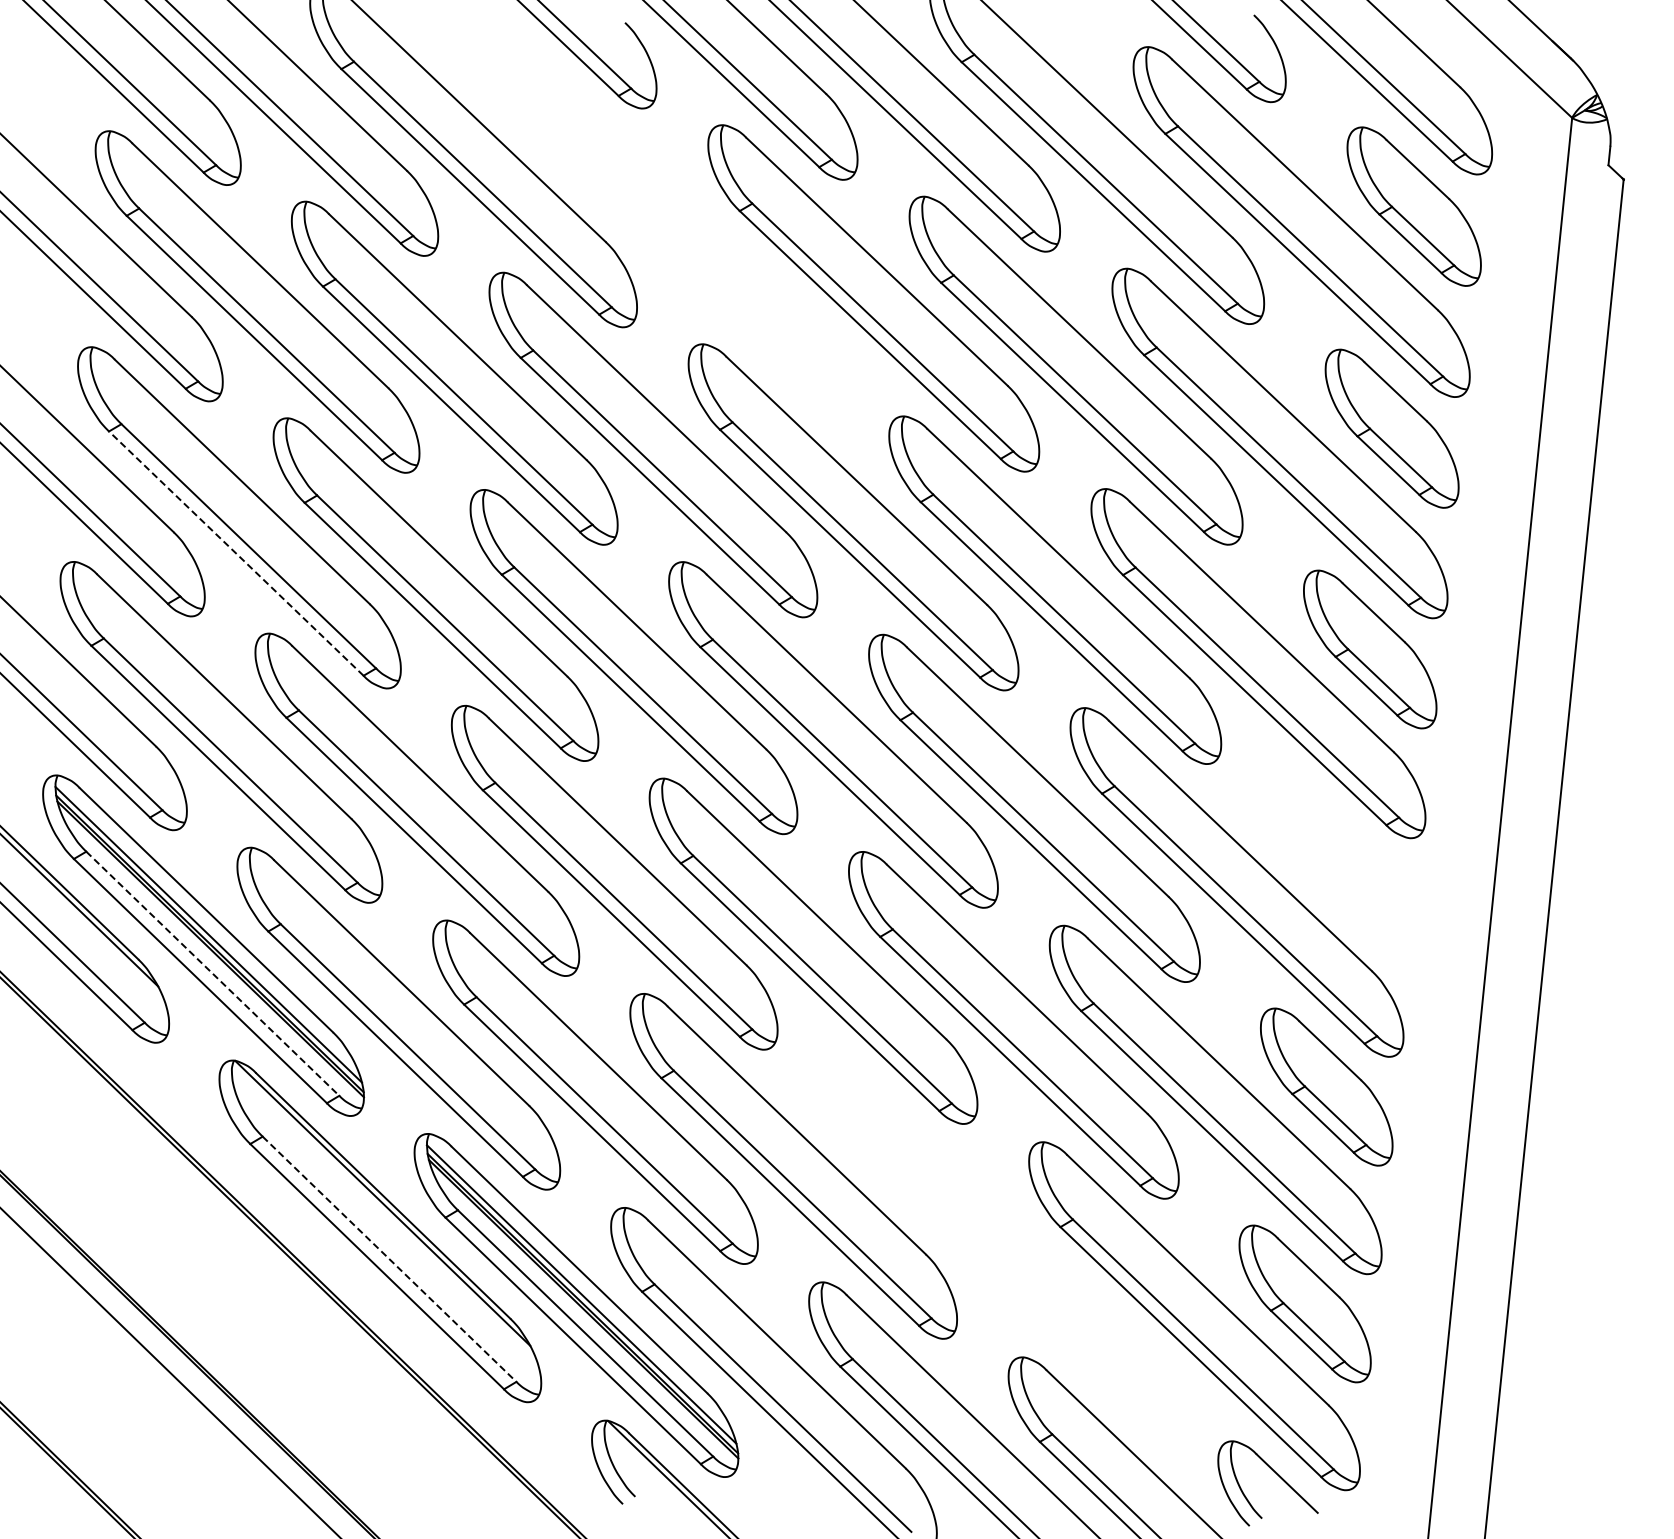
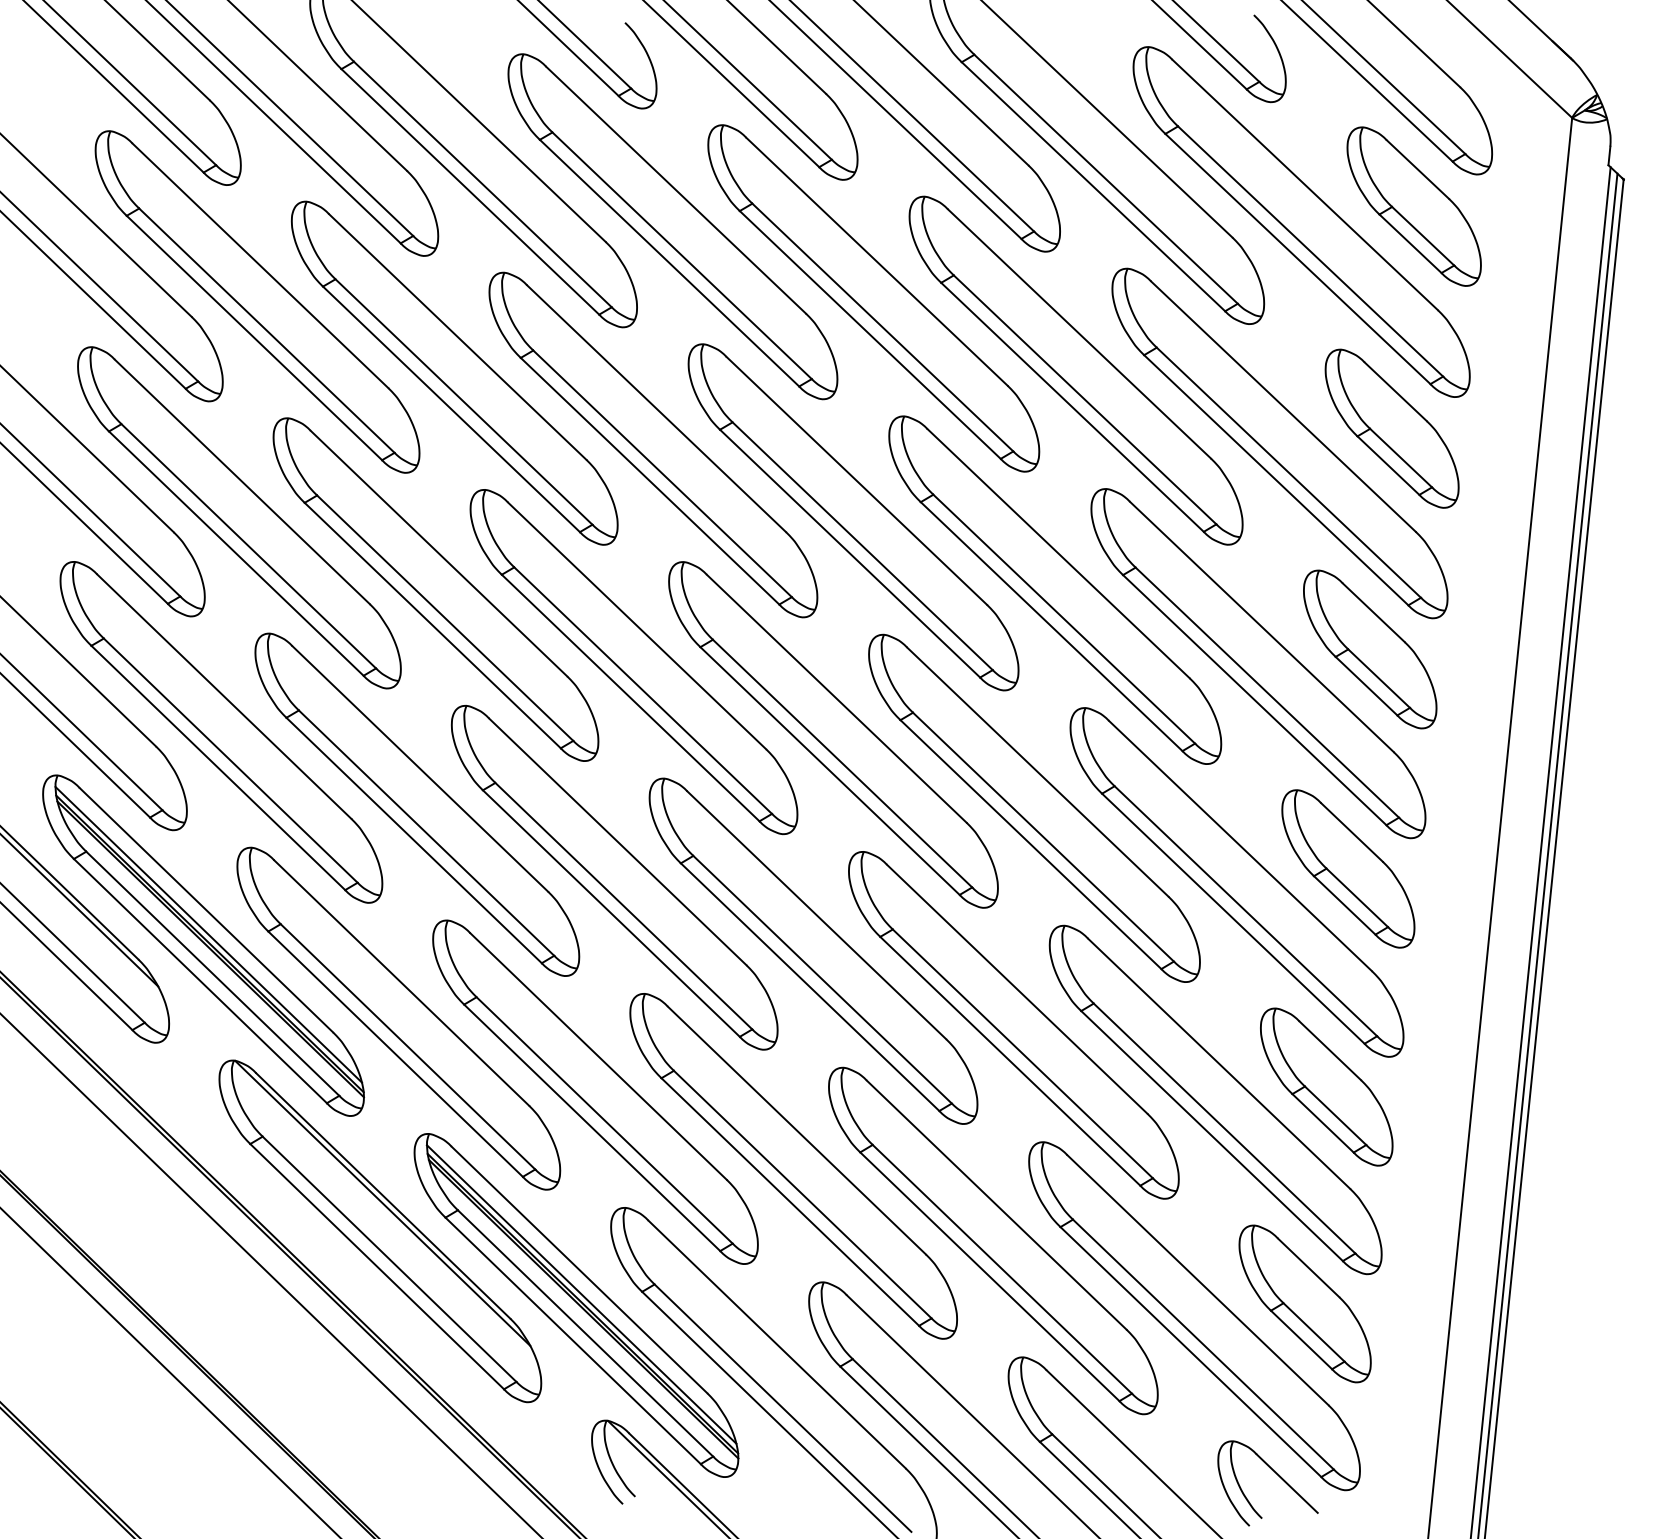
part at (672, 226): none -> present
line at (235, 553): dashed -> solid
line at (1540, 851): none -> present
line at (1547, 854): none -> present
part at (1348, 868): none -> present
line at (212, 973): dashed -> solid
part at (993, 1240): none -> present
line at (389, 1259): dashed -> solid
line at (270, 1275): none -> present
